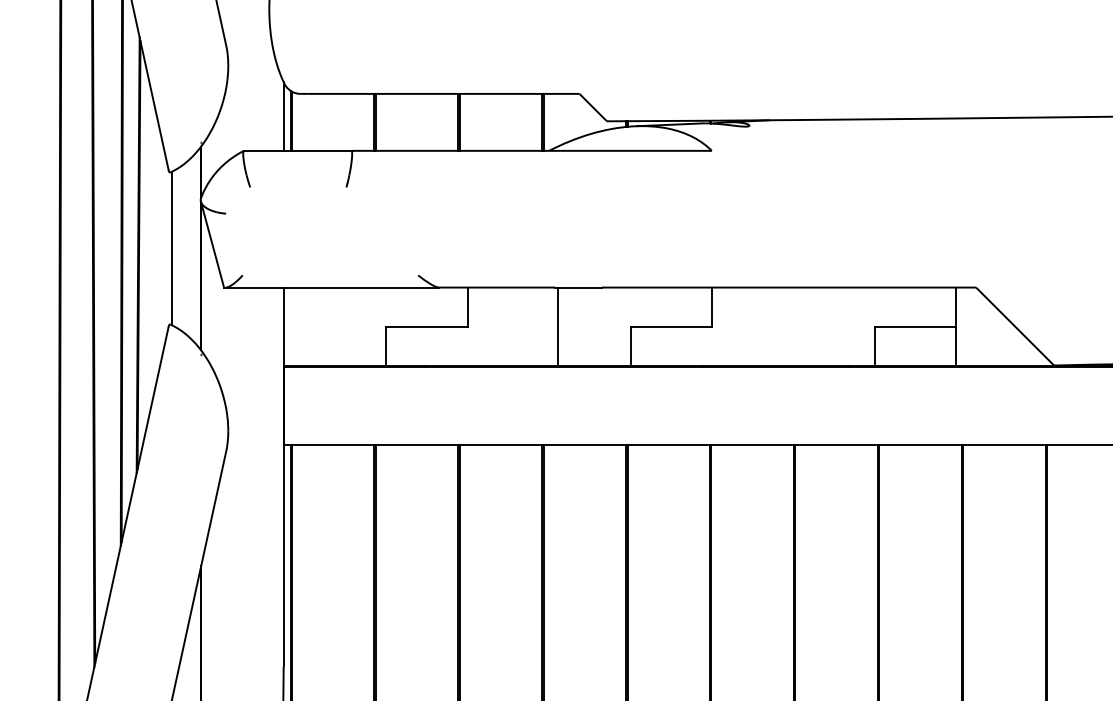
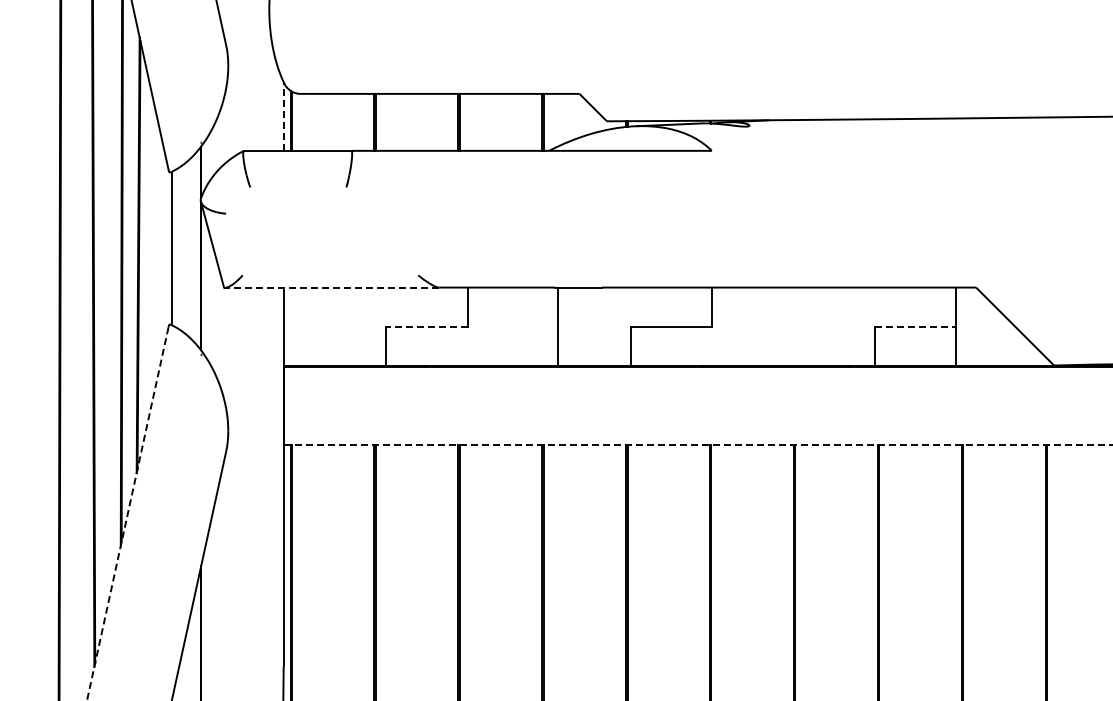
line at (283, 116): solid -> dashed
line at (331, 287): solid -> dashed
line at (427, 326): solid -> dashed
line at (915, 326): solid -> dashed
line at (698, 445): solid -> dashed
line at (127, 513): solid -> dashed
